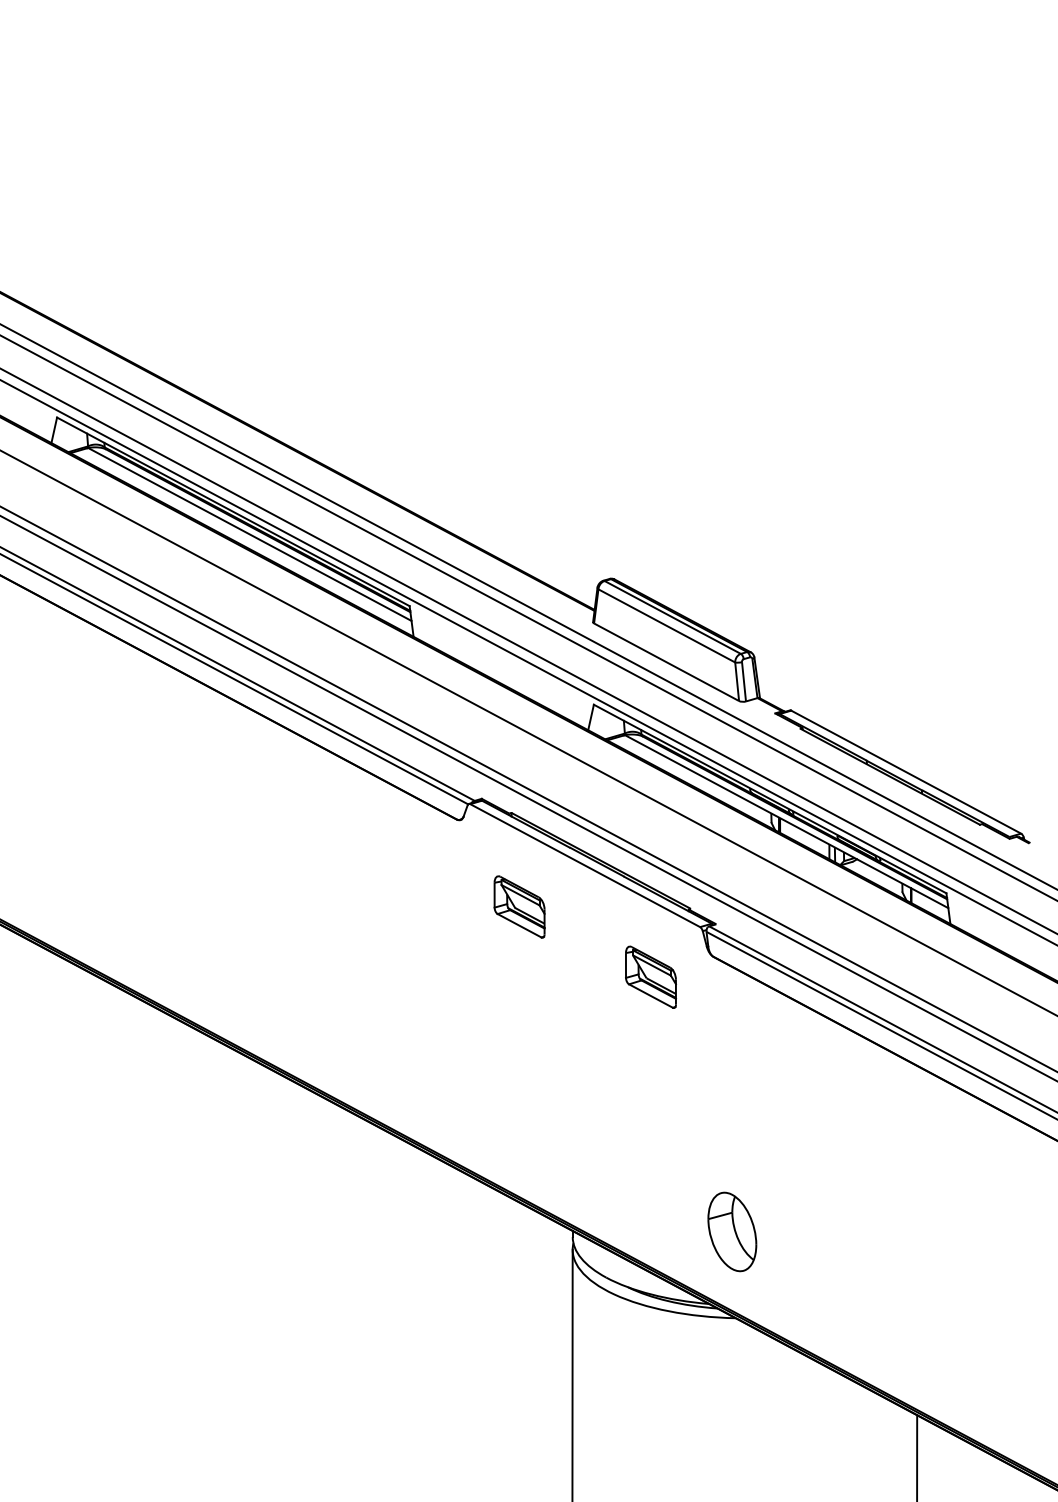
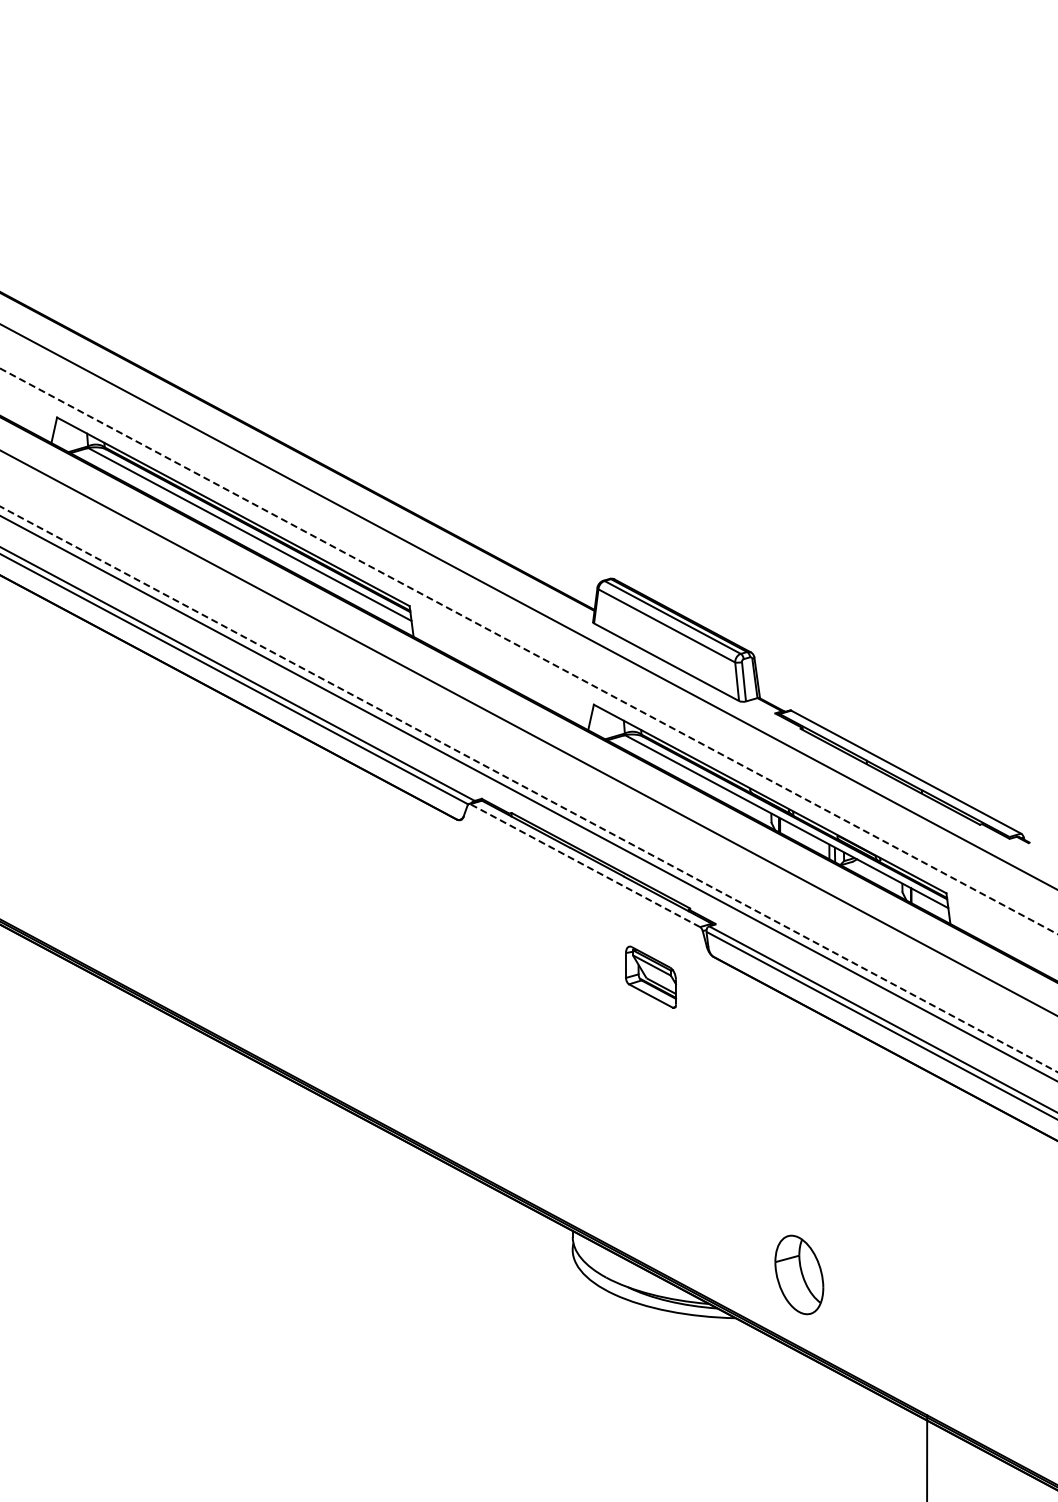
line at (528, 617): present -> none
line at (528, 651): solid -> dashed
line at (528, 662): present -> none
line at (528, 788): solid -> dashed
line at (584, 865): solid -> dashed
part at (519, 906): present -> none
part at (732, 1231) position: (732, 1231) -> (799, 1274)
line at (572, 1373): present -> none
line at (917, 1456) position: (917, 1456) -> (927, 1456)
